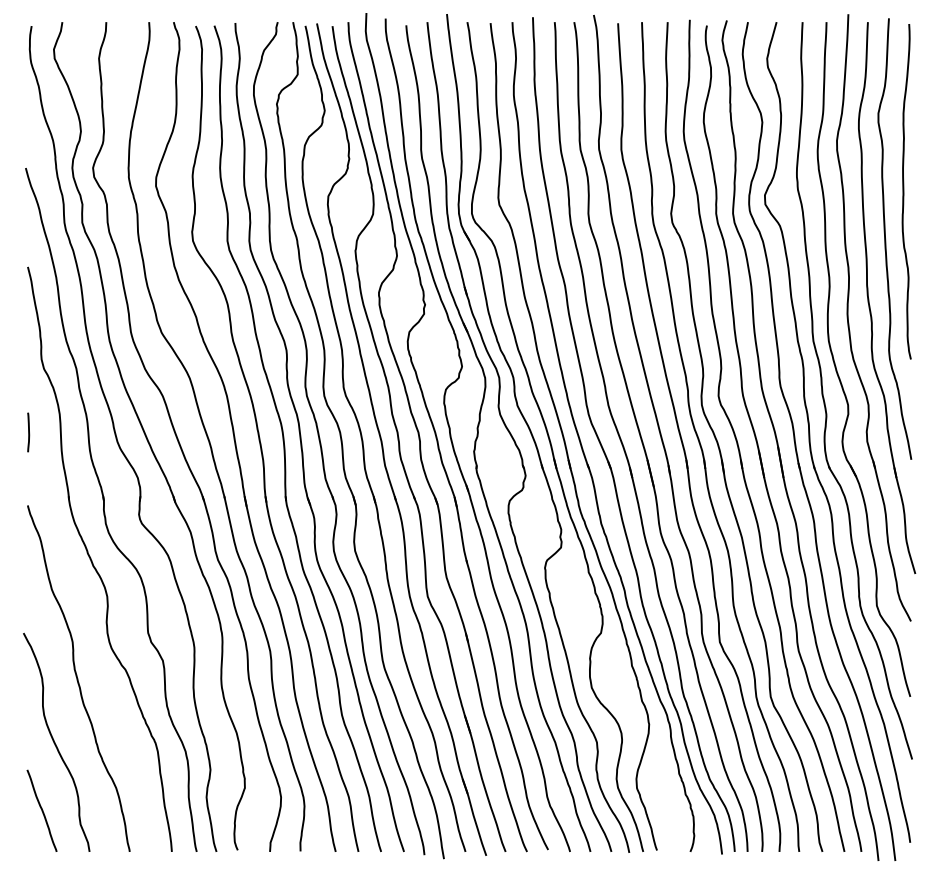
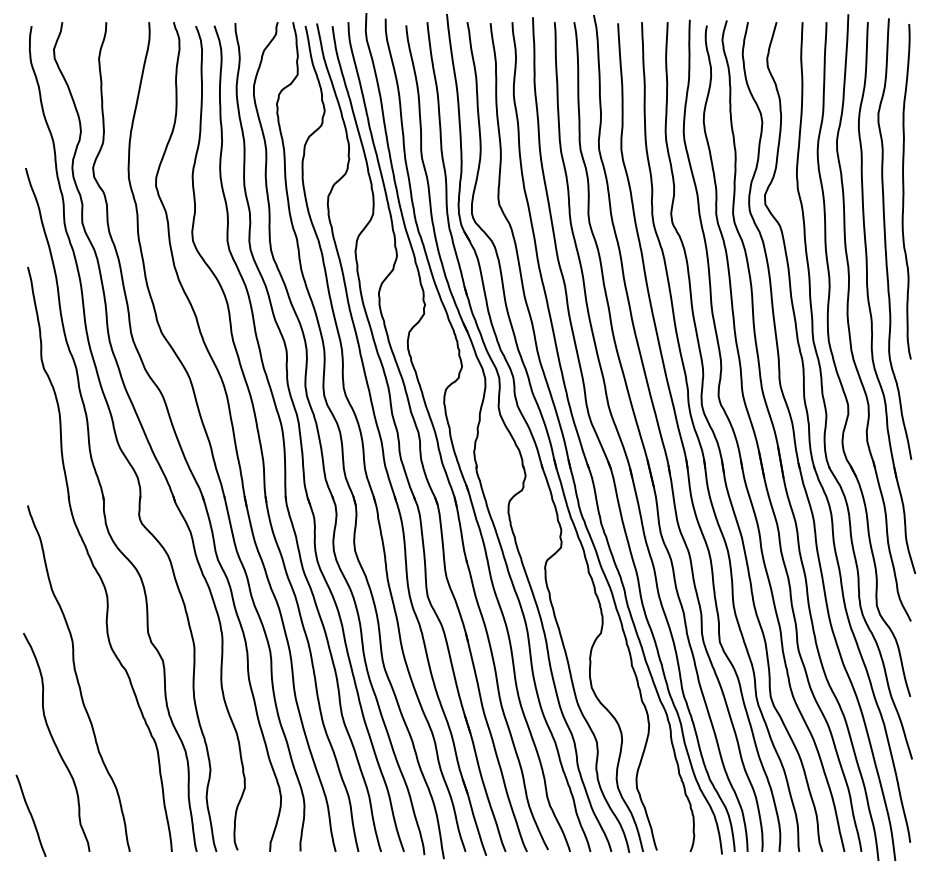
line at (28, 432): present -> none
line at (41, 810) position: (41, 810) -> (30, 815)
